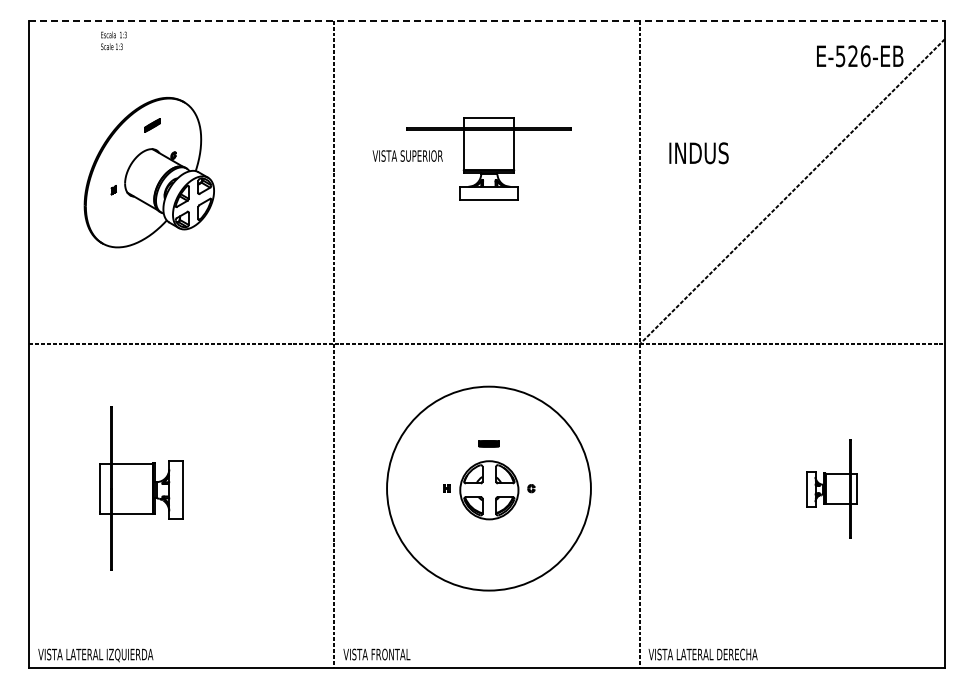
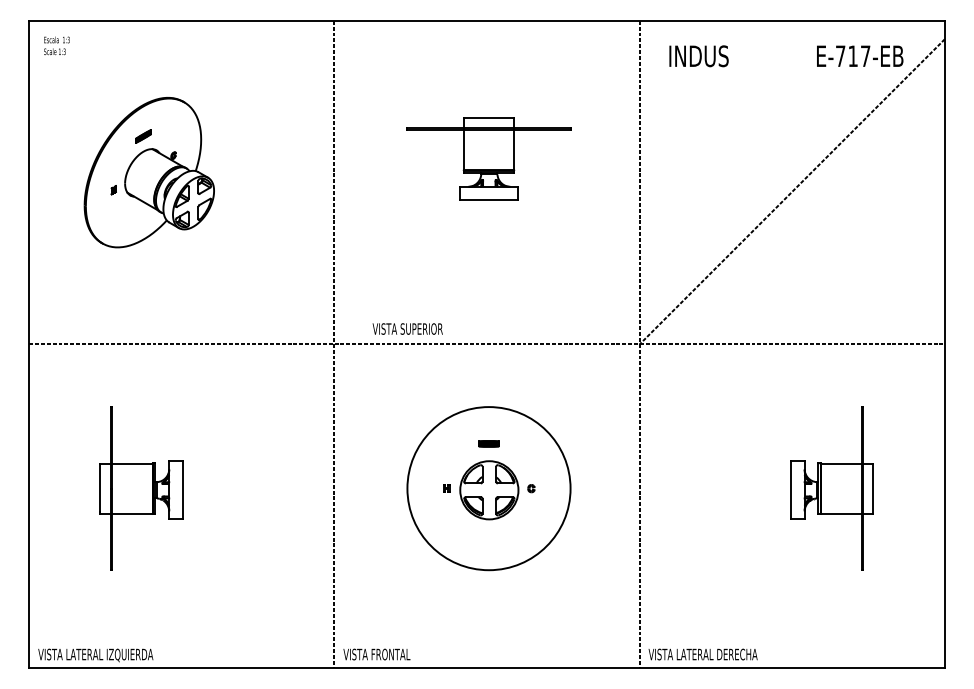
line at (486, 20): dashed -> solid
text at (113, 40) position: (113, 40) -> (56, 45)
text at (853, 56): E-526-EB -> E-717-EB
part at (152, 125) position: (152, 125) -> (143, 136)
text at (698, 153) position: (698, 153) -> (698, 56)
text at (407, 155) position: (407, 155) -> (407, 328)
circle at (488, 488) diameter: 204 px -> 163 px
part at (831, 488) size: 52x100 px -> 84x165 px
